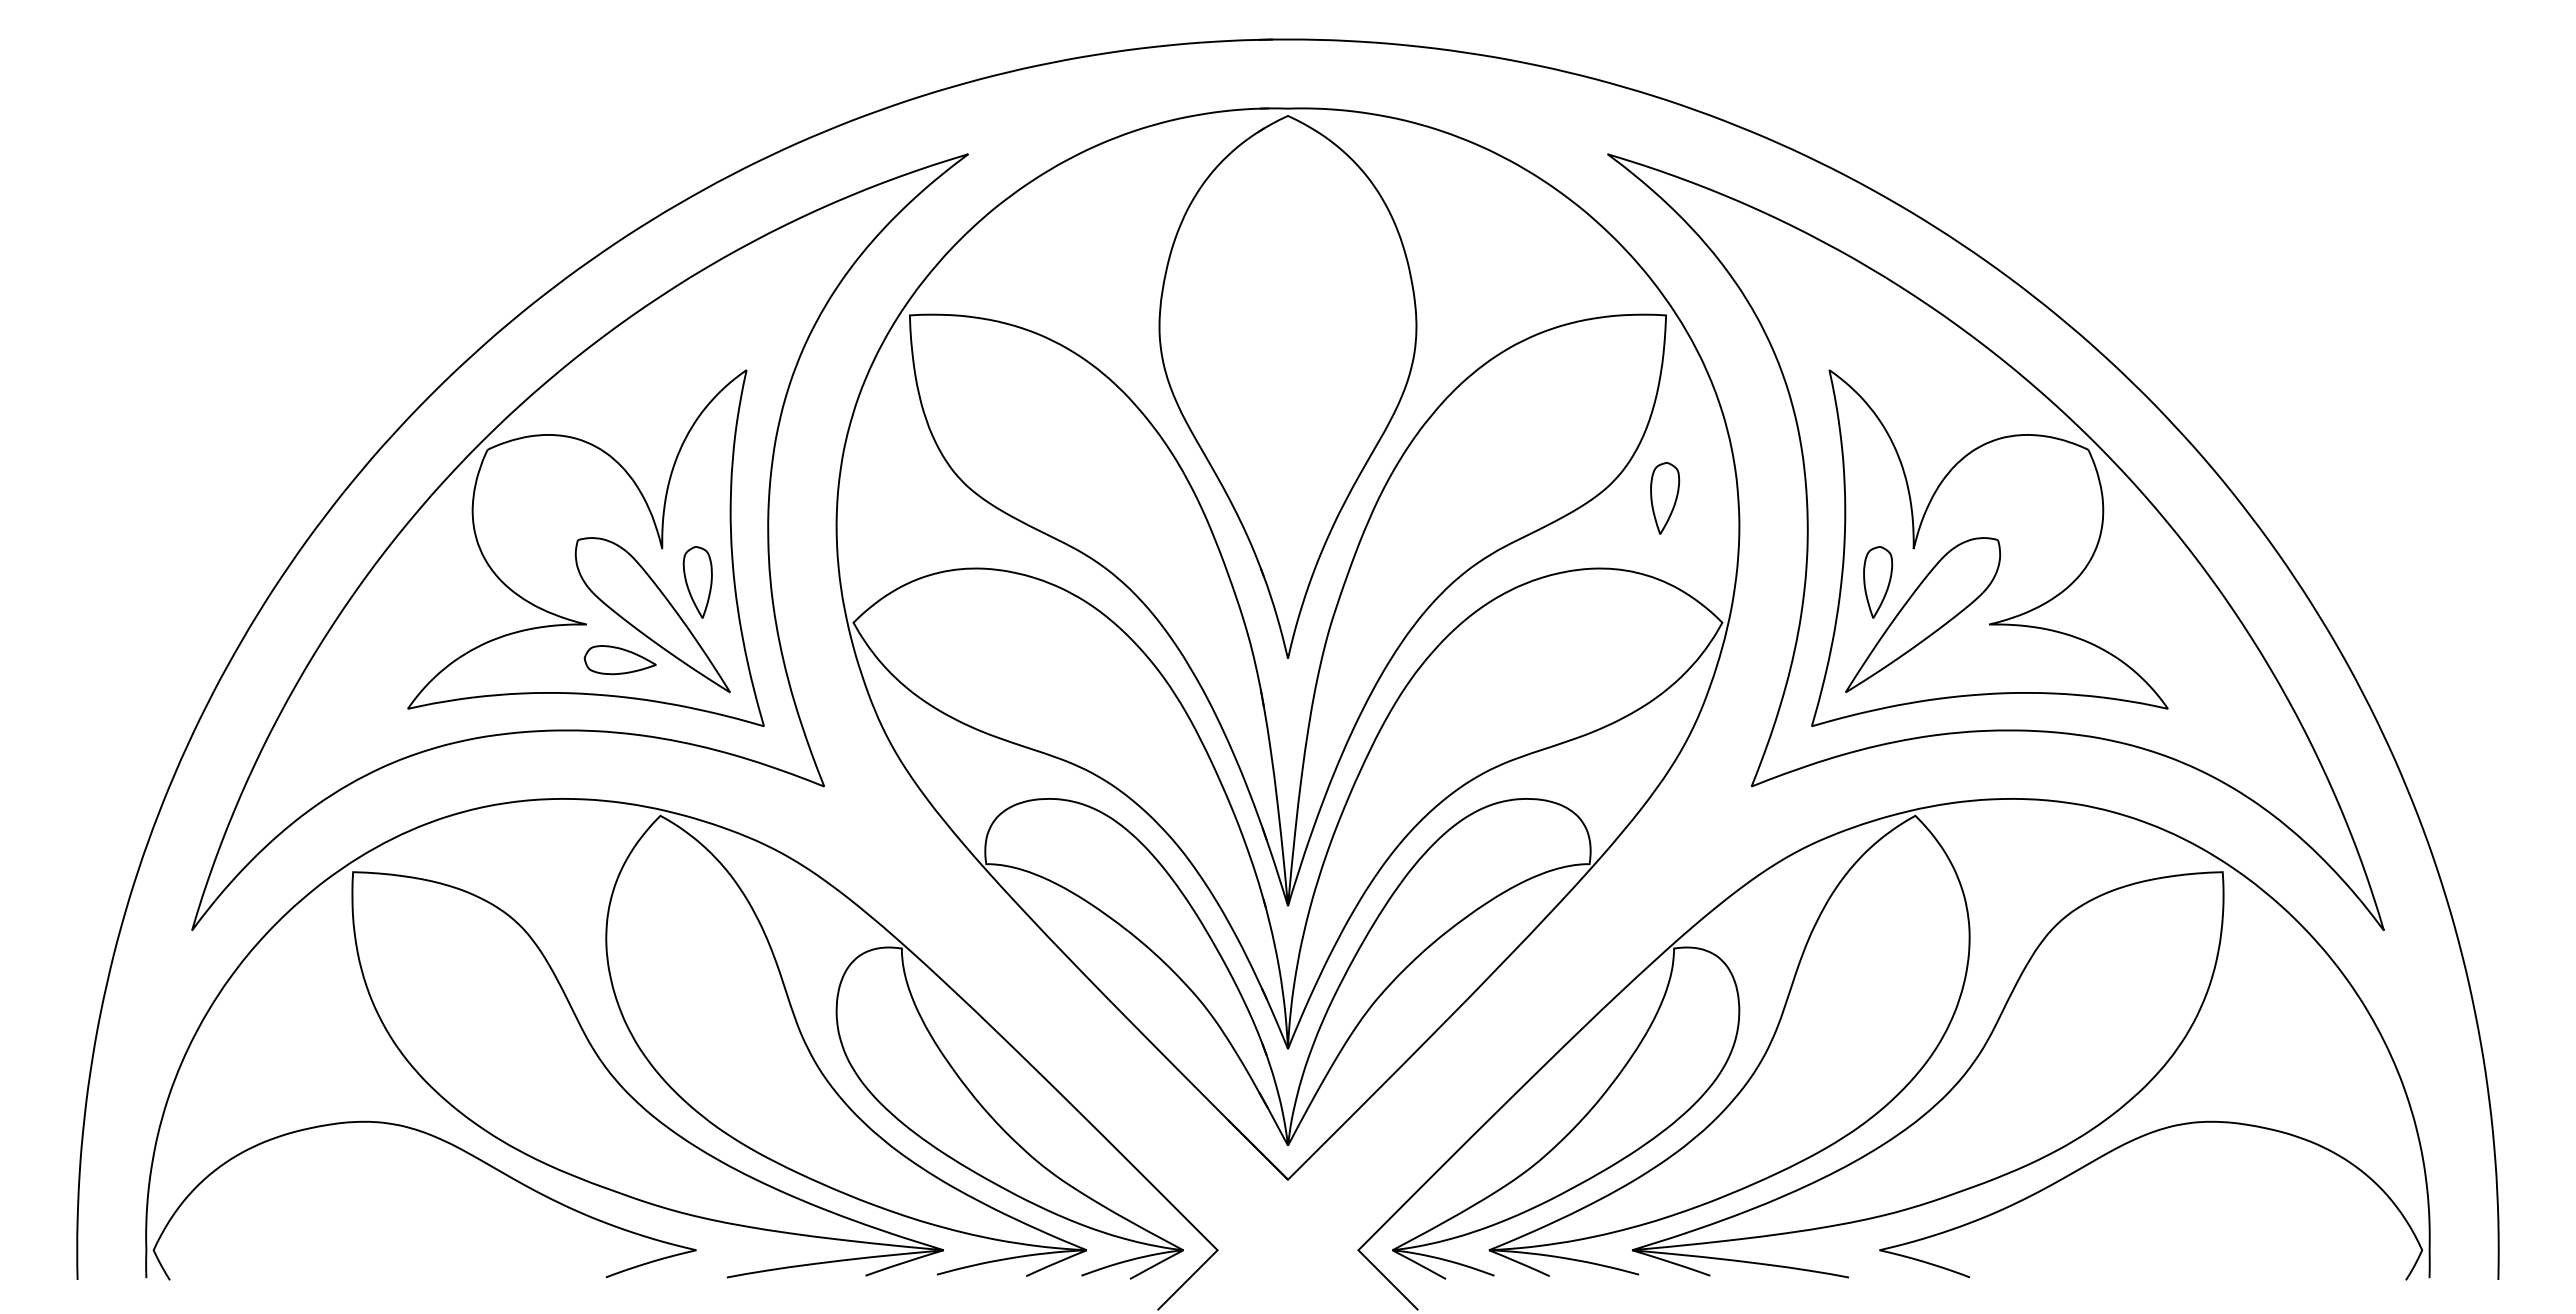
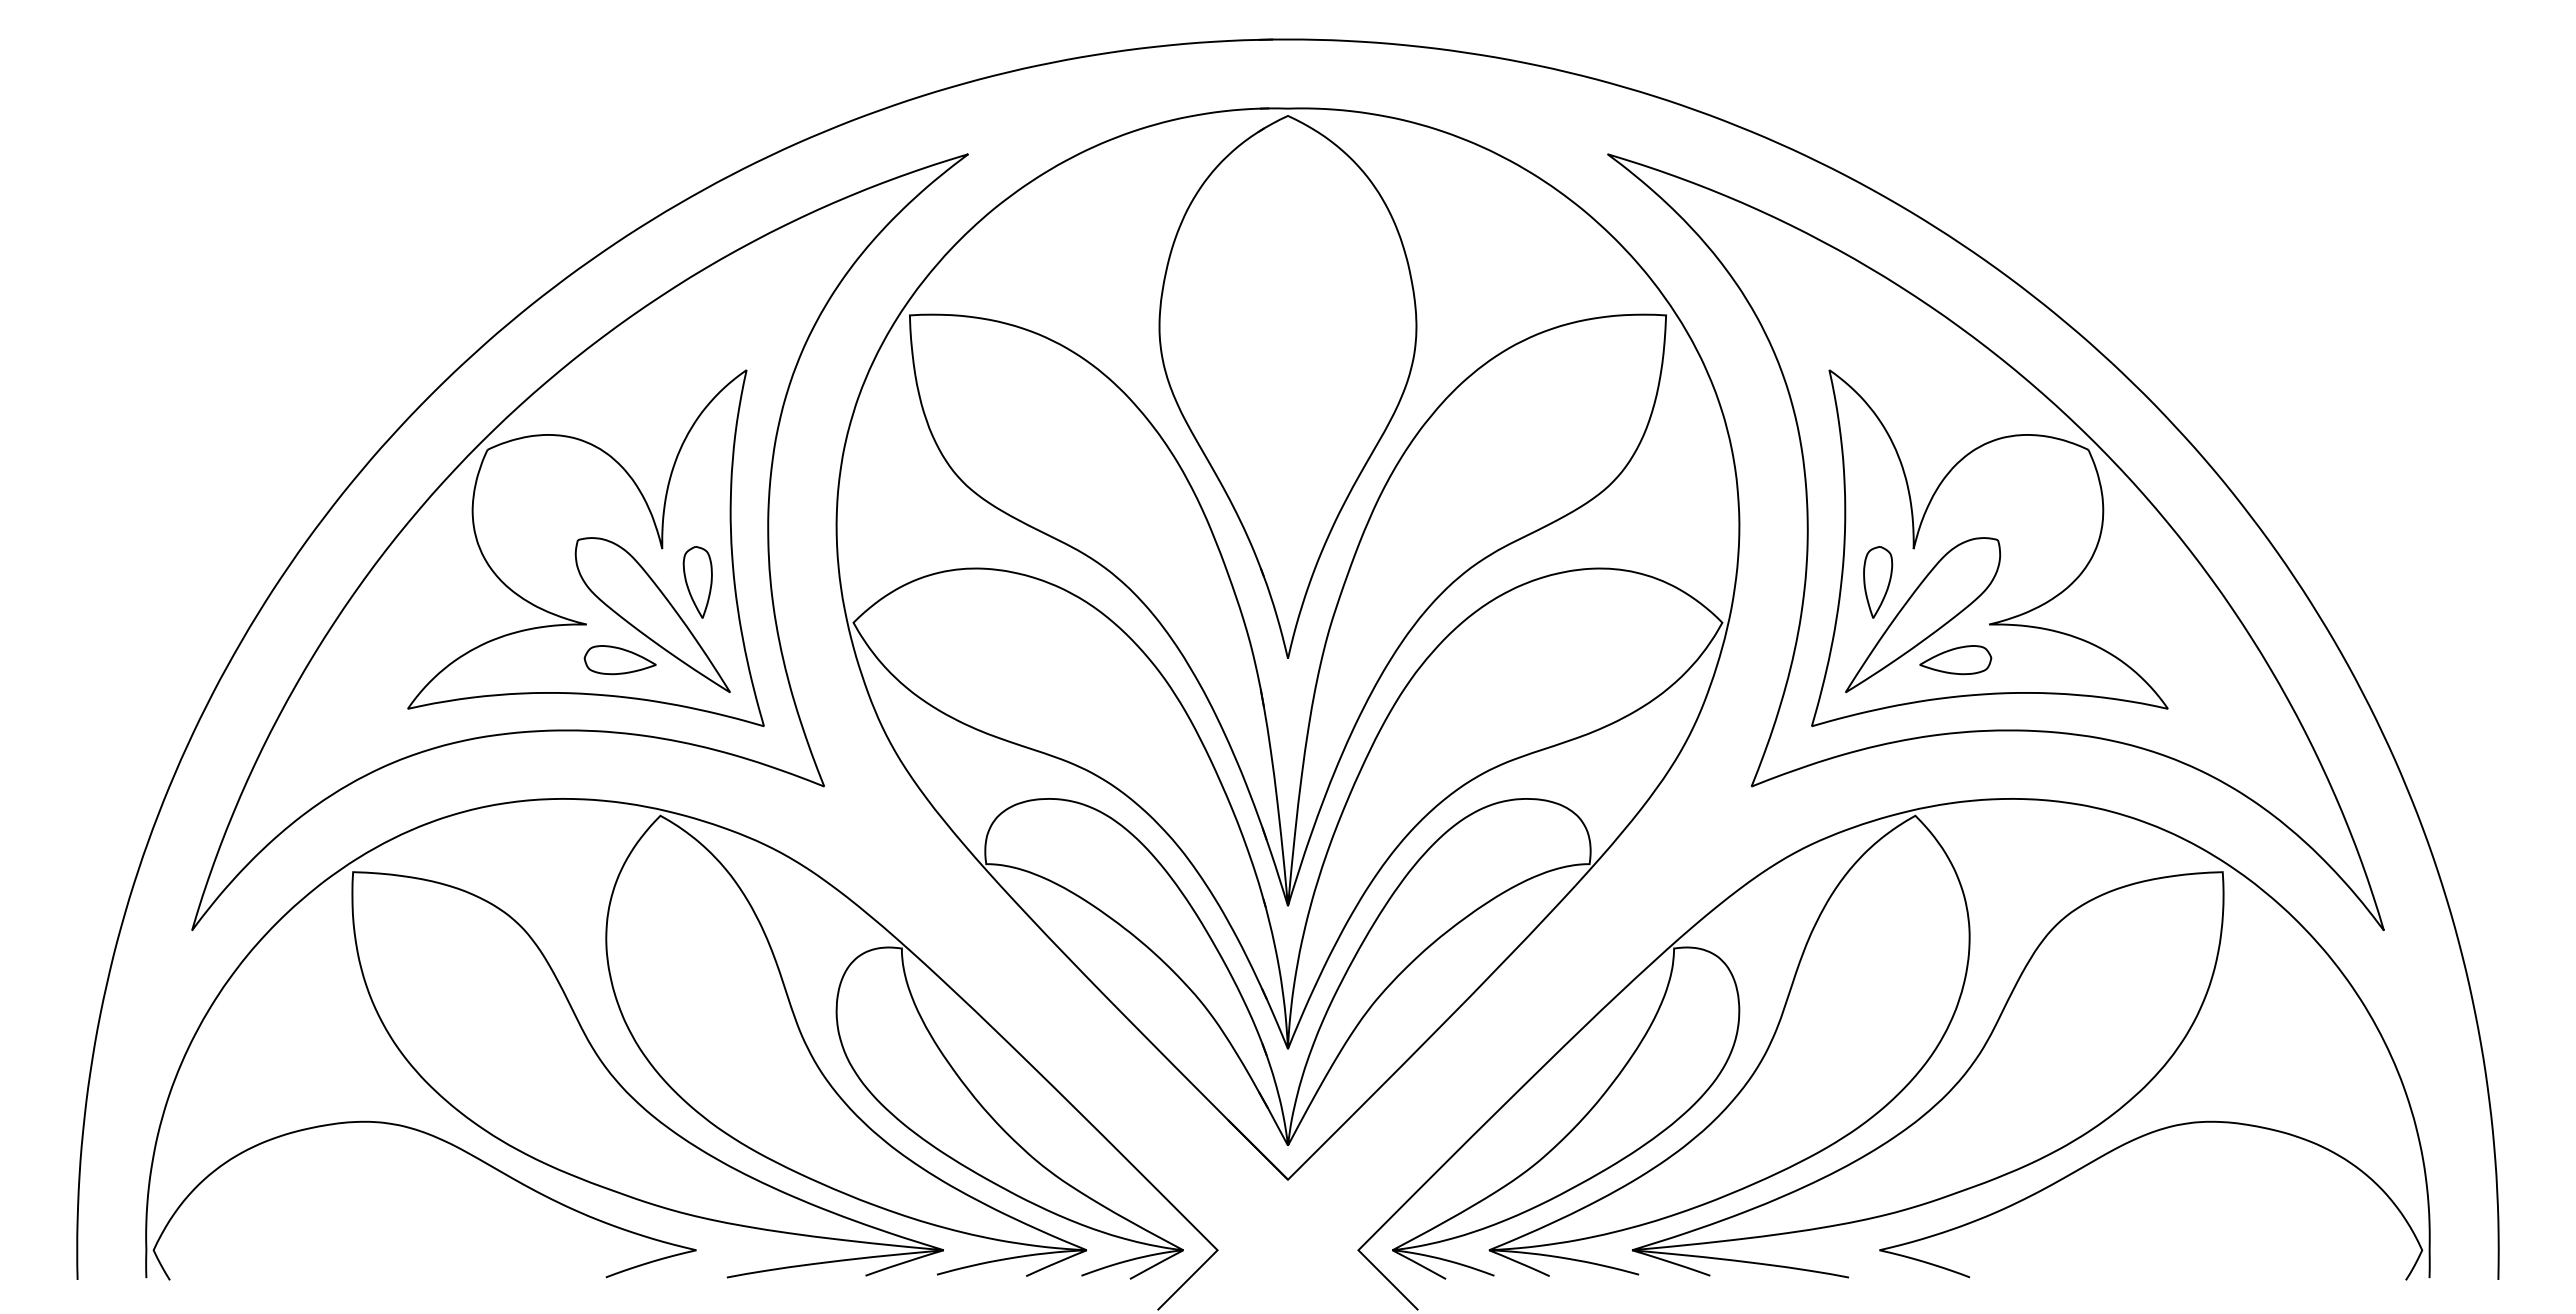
part at (1665, 498): present -> none
part at (1955, 660): none -> present
